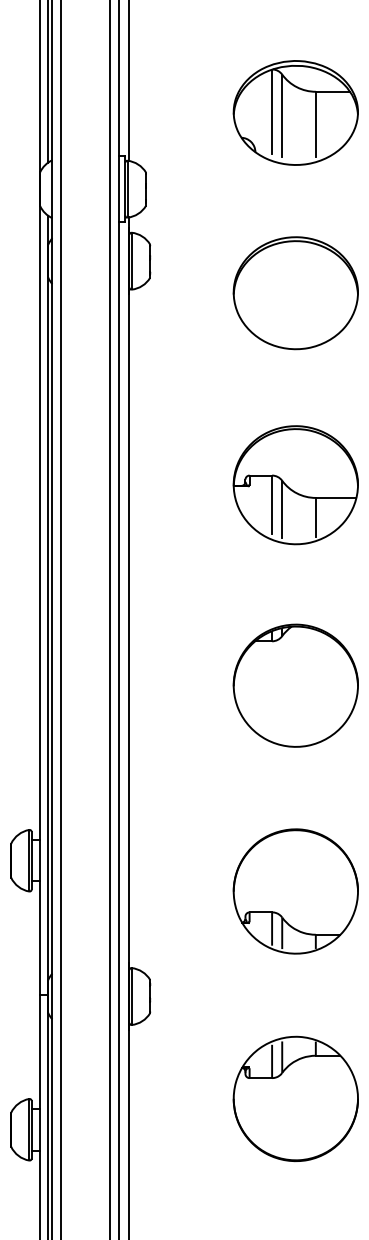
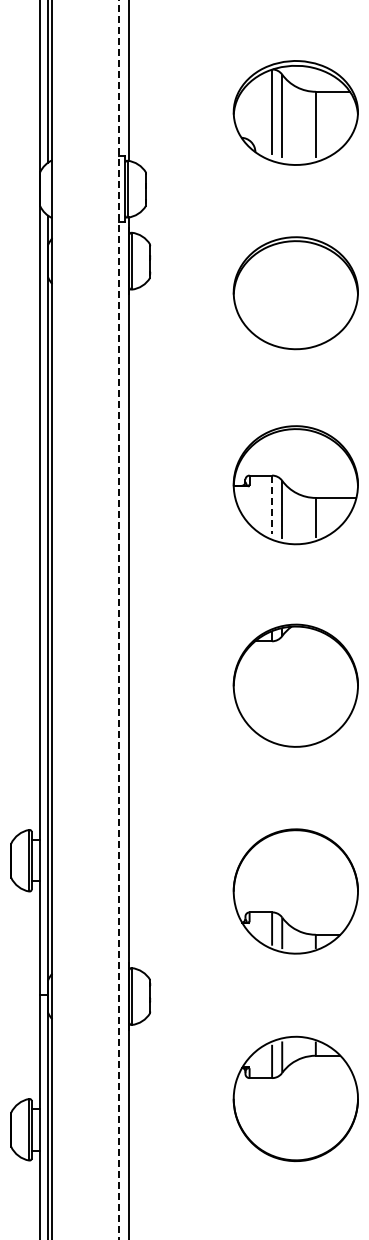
line at (272, 505): solid -> dashed
line at (60, 619): present -> none
line at (110, 619): present -> none
line at (118, 619): solid -> dashed
